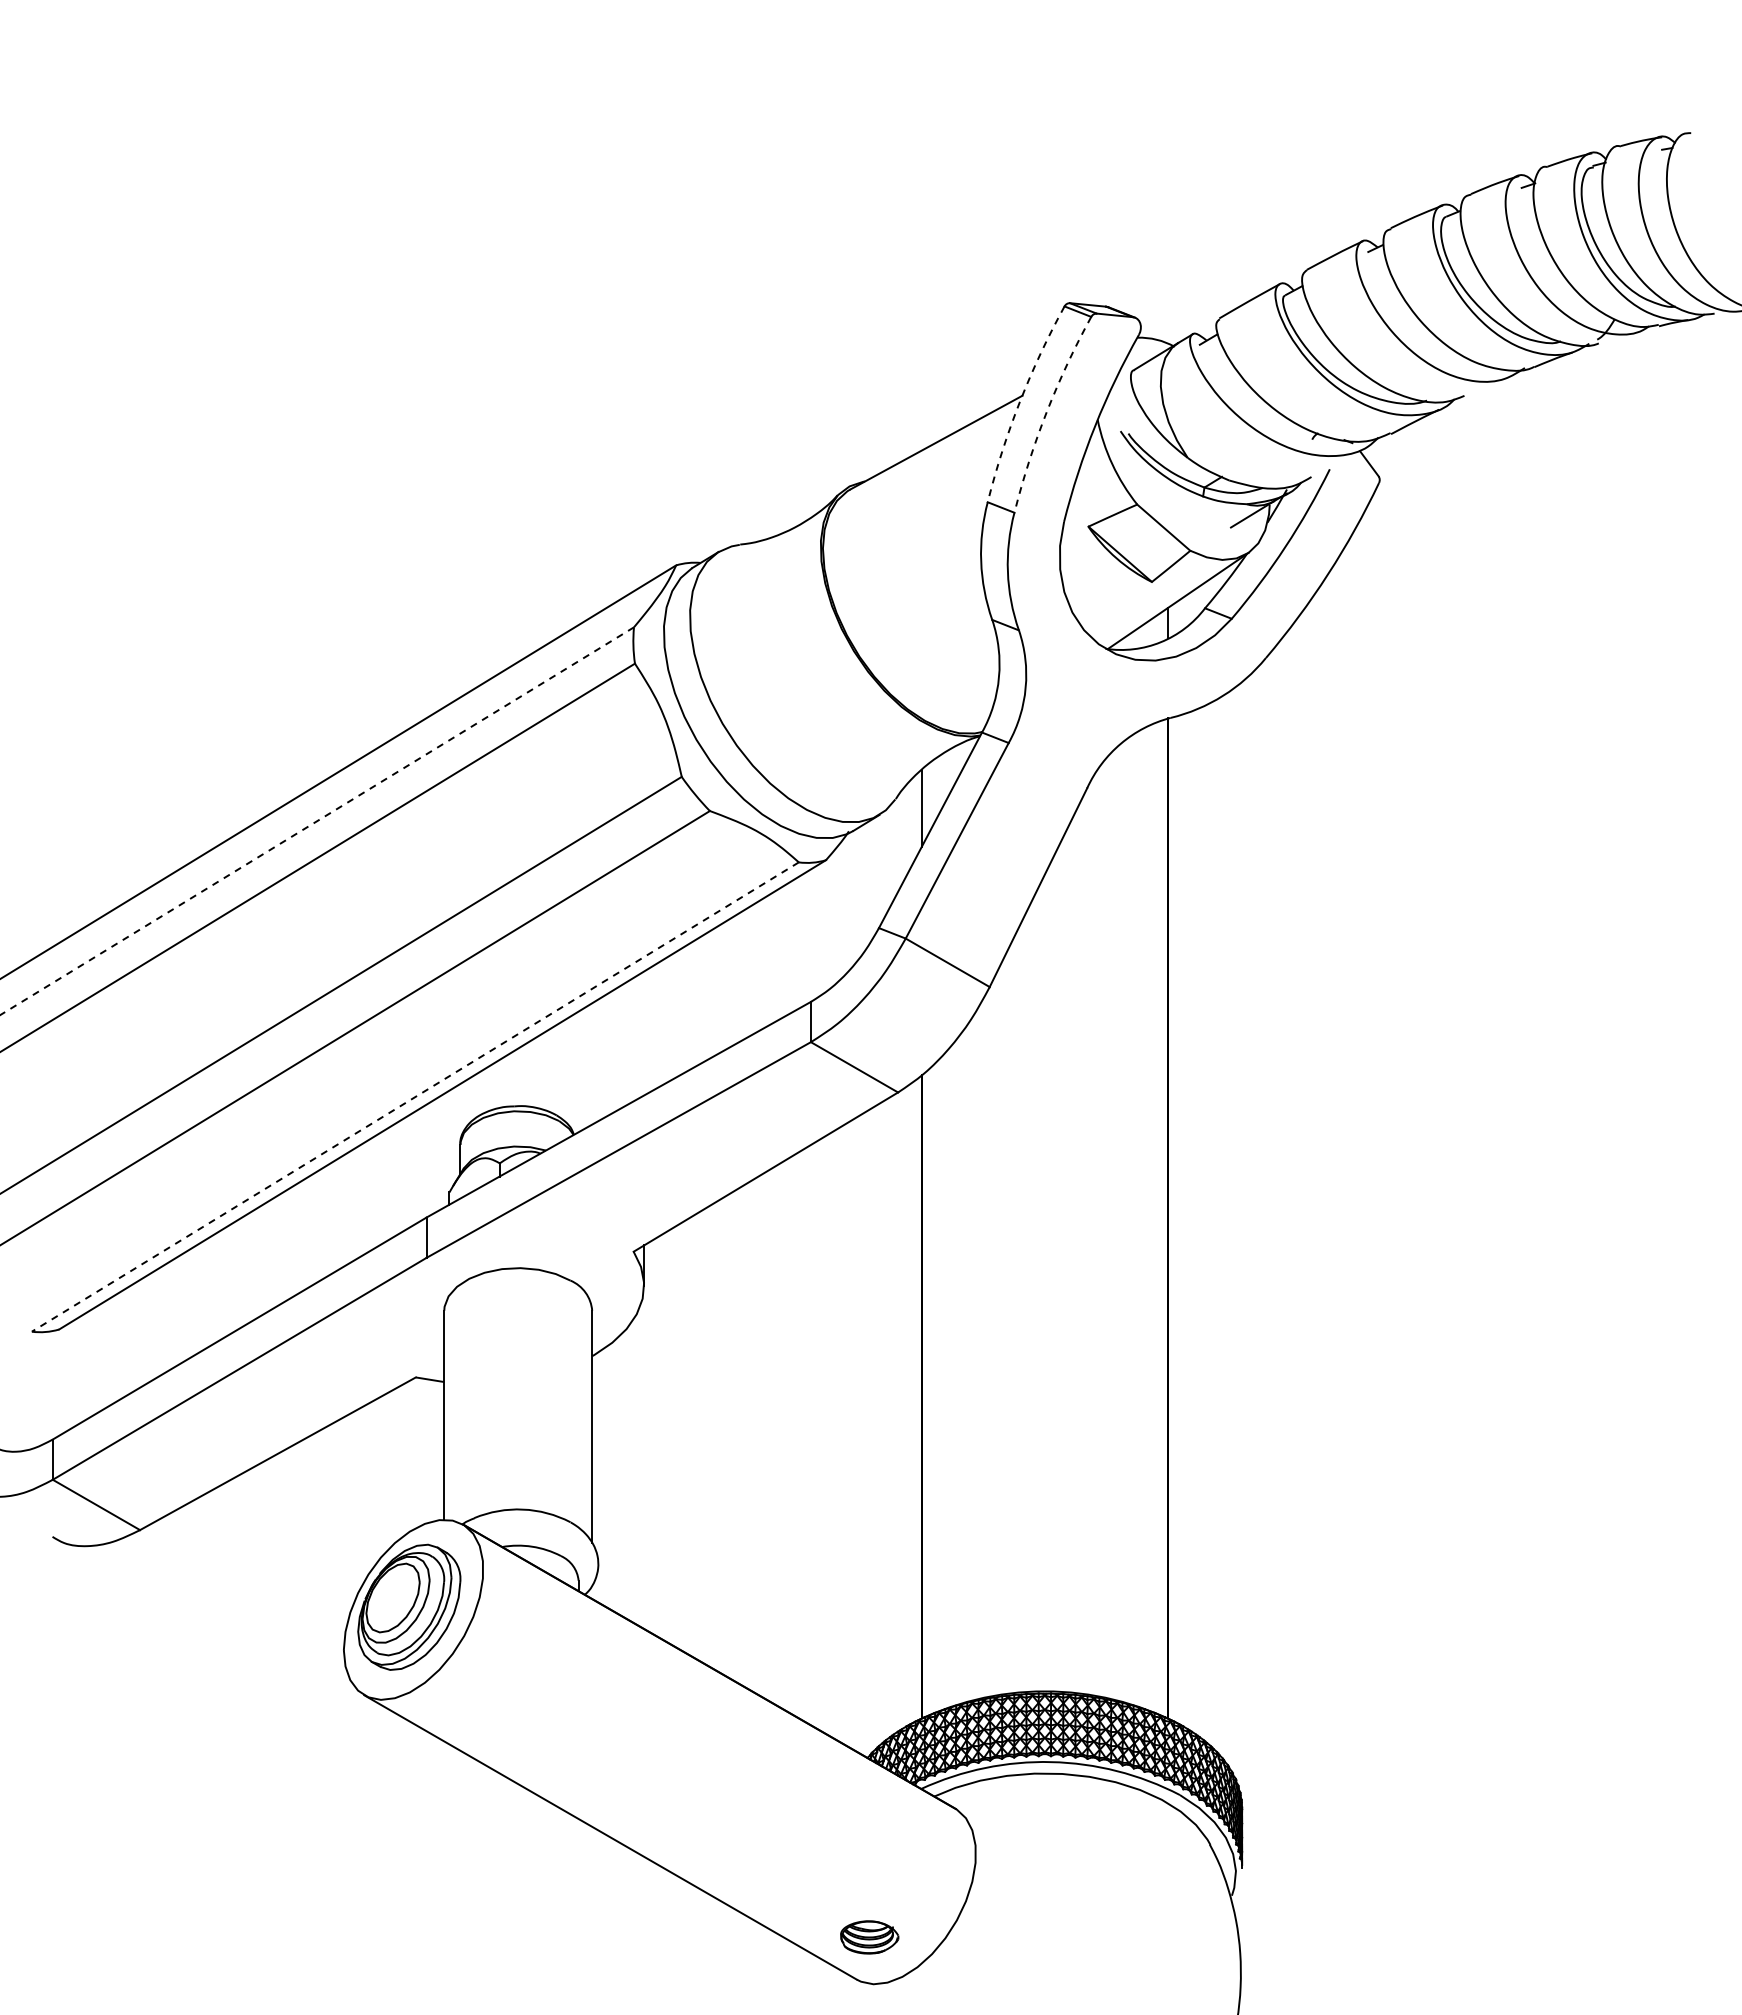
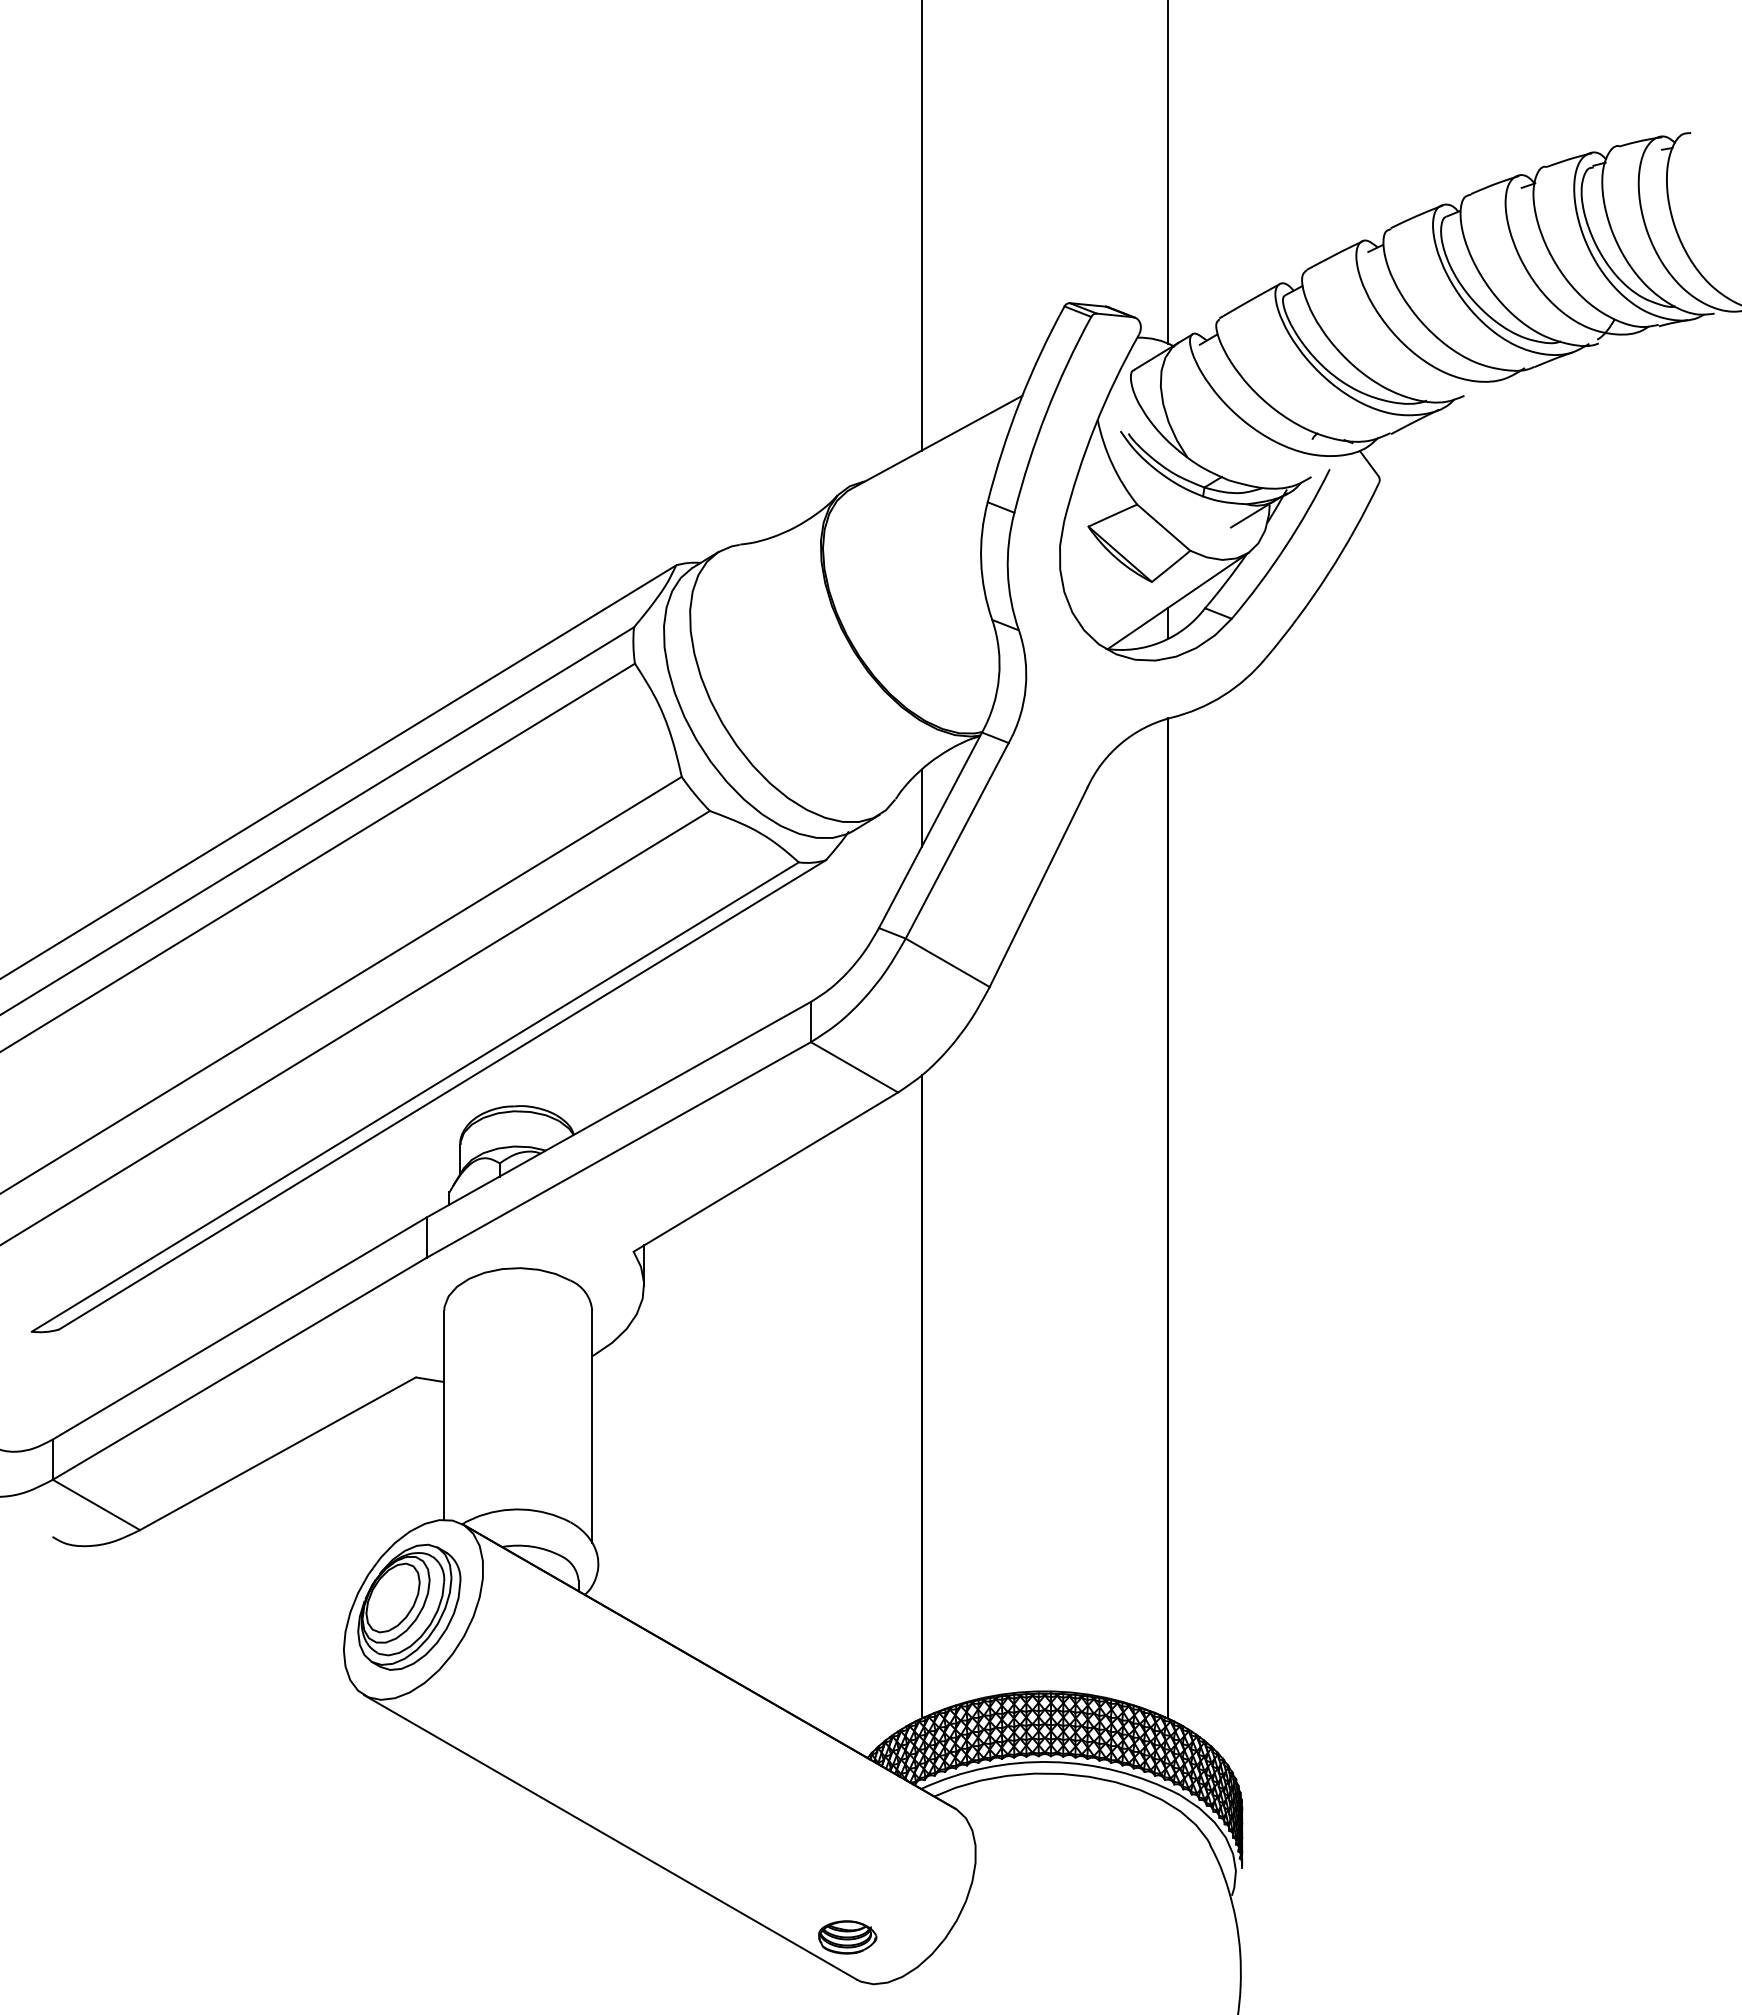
line at (1168, 172): none -> present
line at (921, 226): none -> present
arc at (1019, 401): dashed -> solid
arc at (1046, 412): dashed -> solid
line at (317, 821): dashed -> solid
line at (415, 1097): dashed -> solid
part at (869, 1937) position: (869, 1937) -> (847, 1937)
